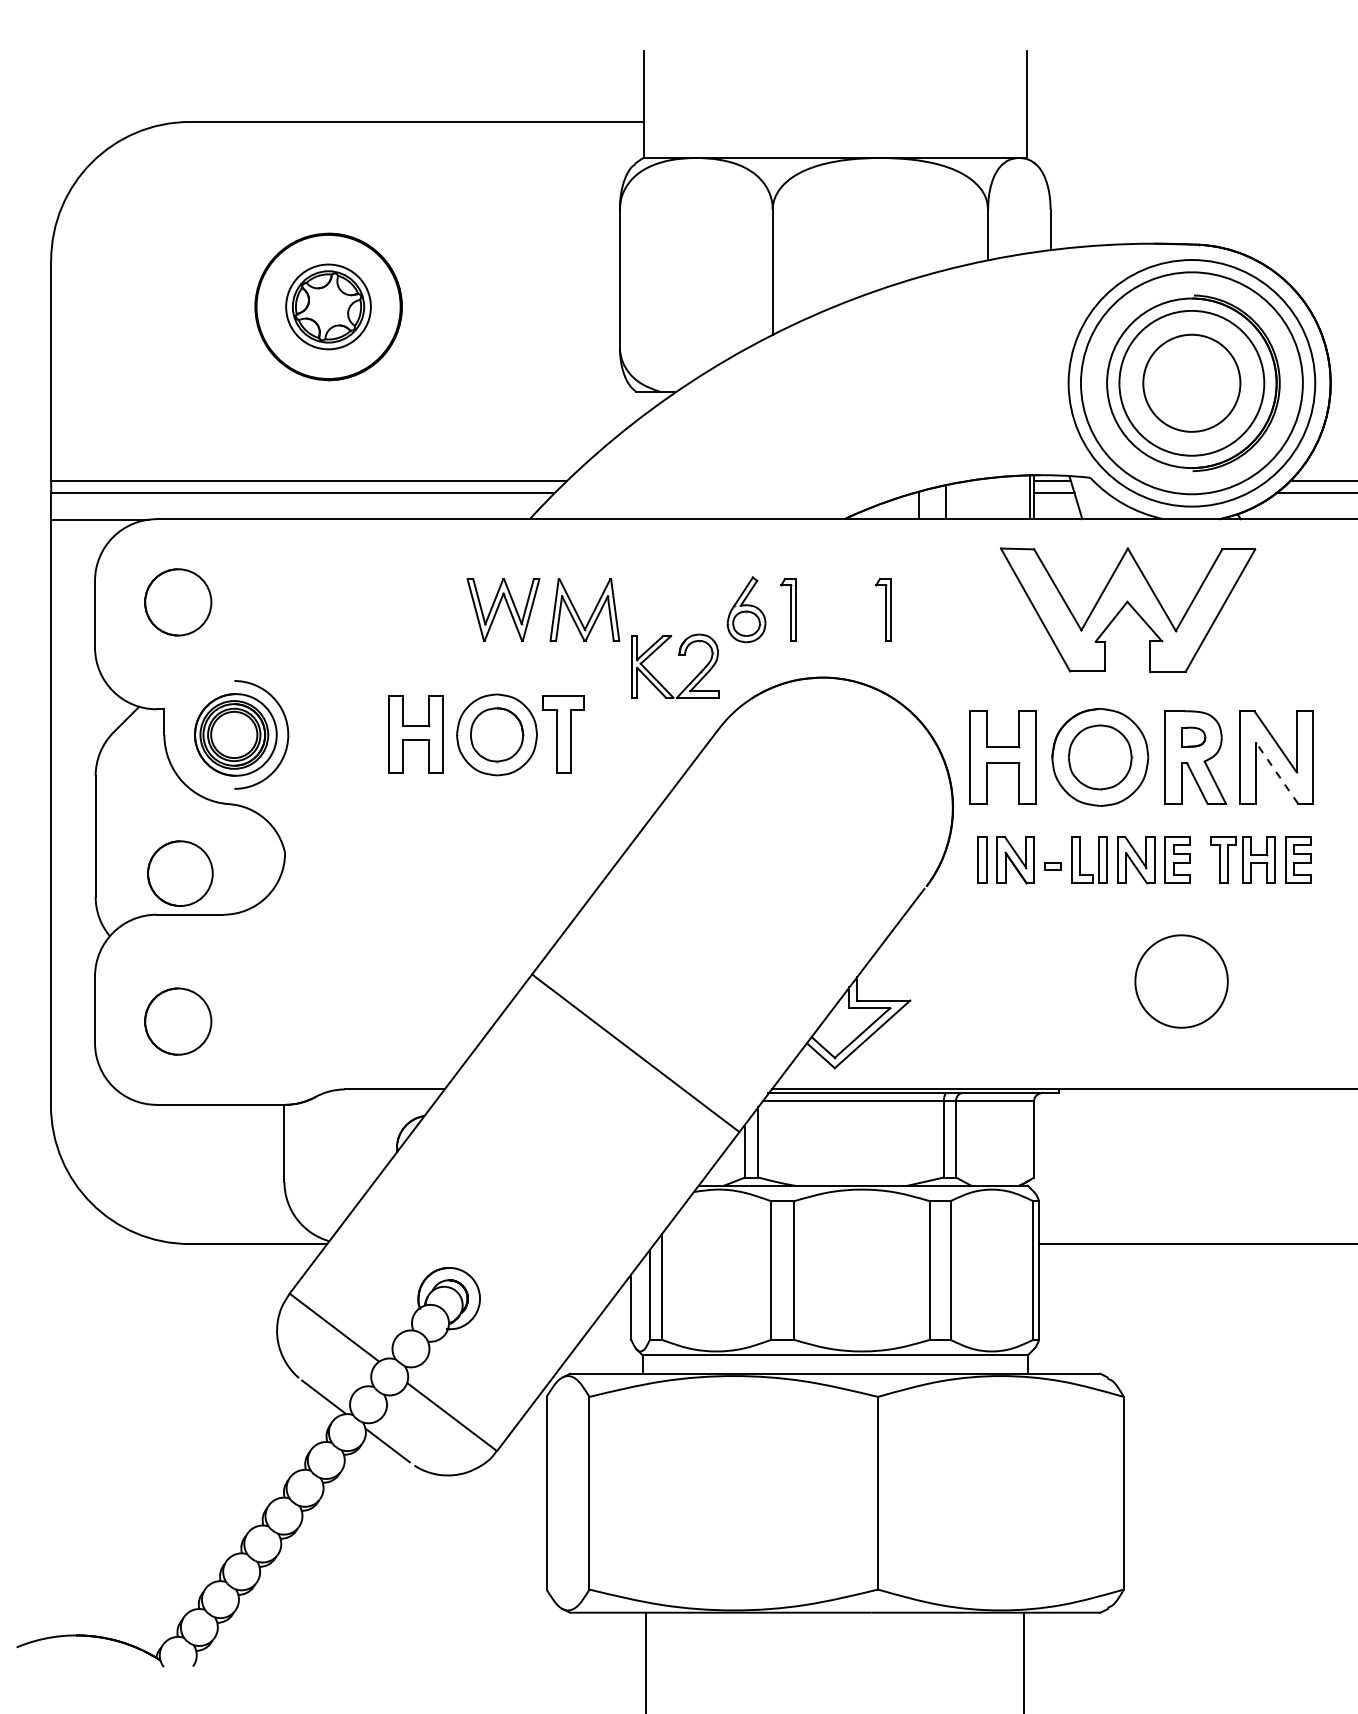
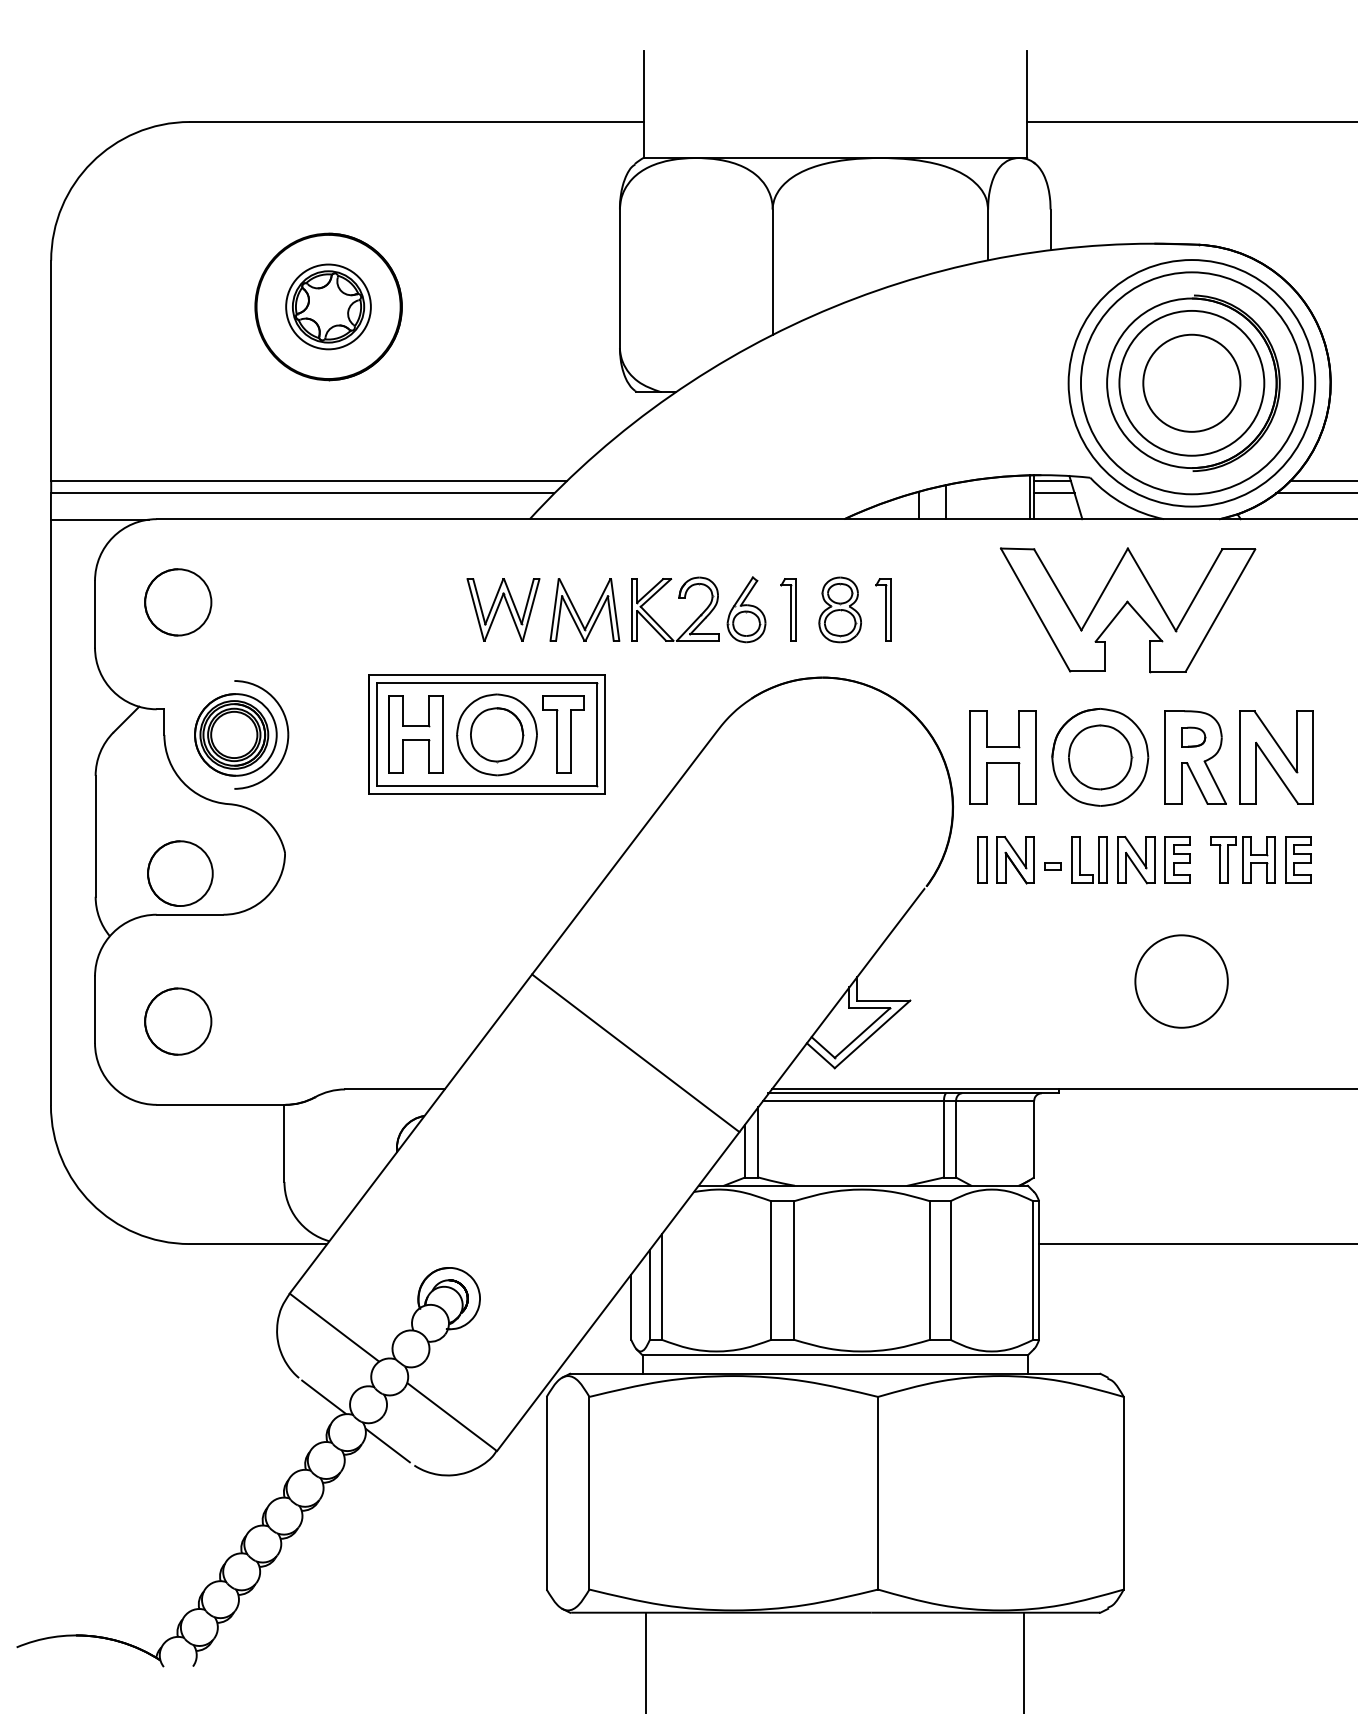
line at (1190, 122): none -> present
part at (839, 609): none -> present
part at (678, 655) position: (678, 655) -> (678, 598)
part at (486, 734): none -> present
line at (1277, 773): dashed -> solid
